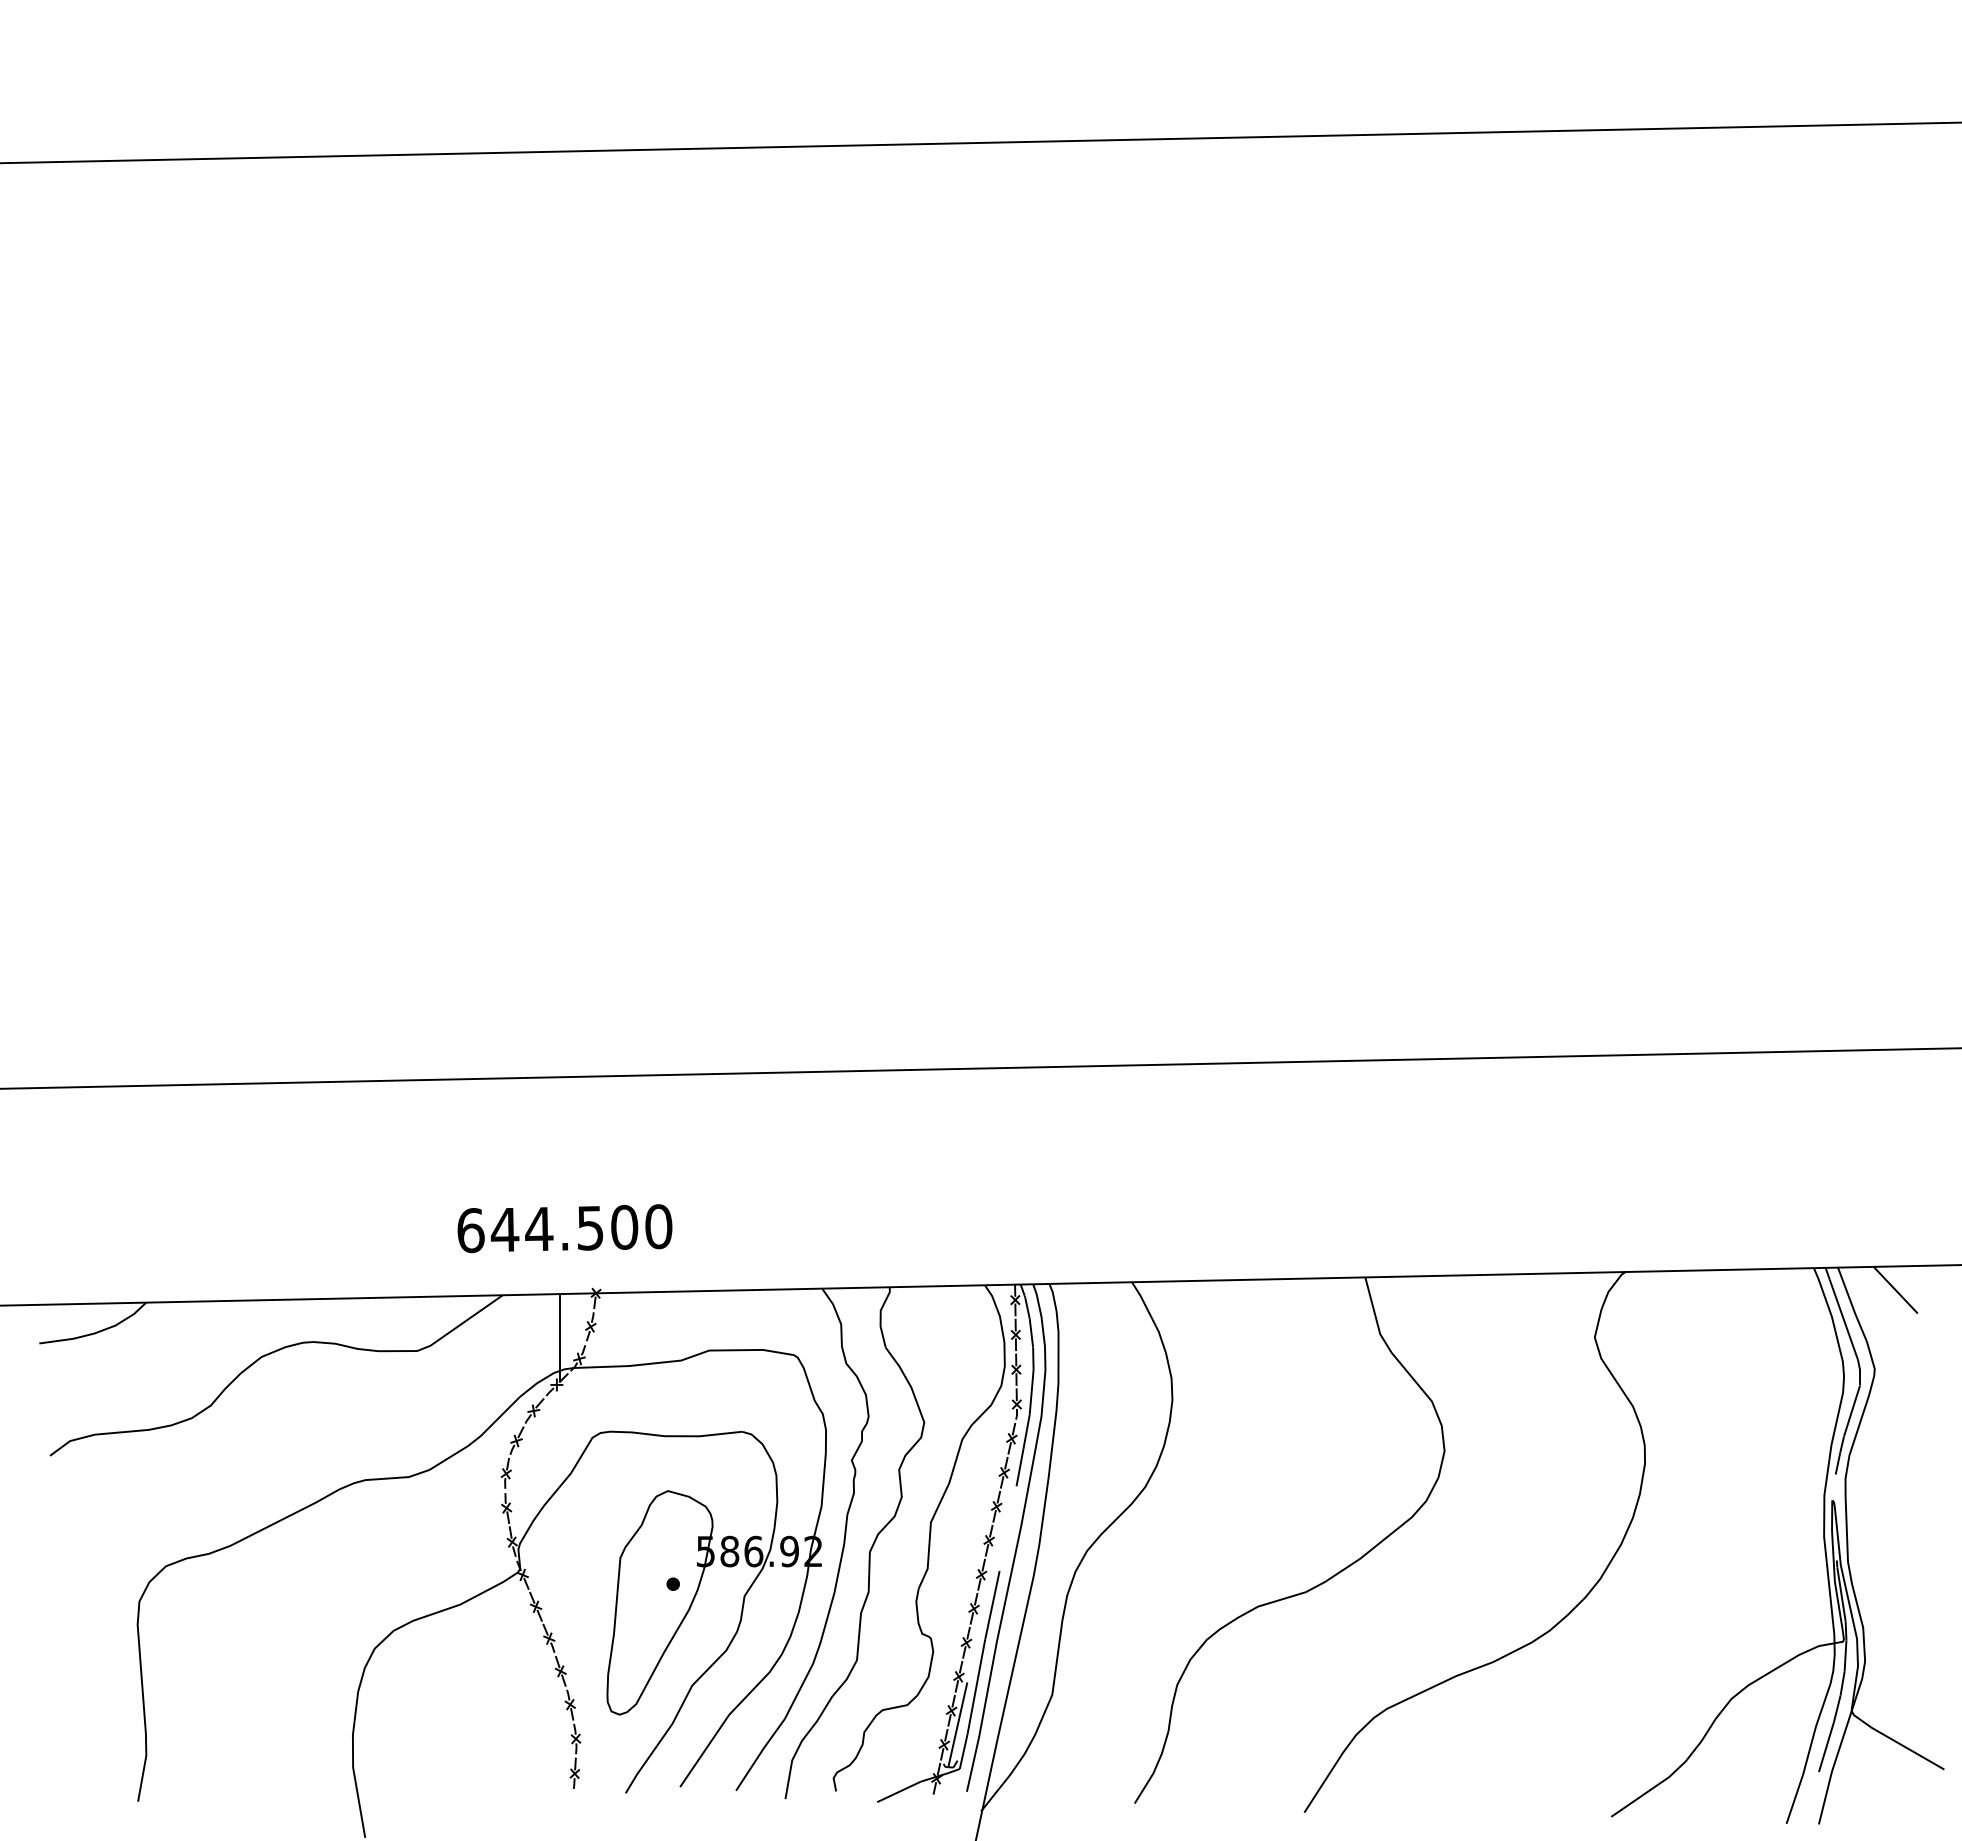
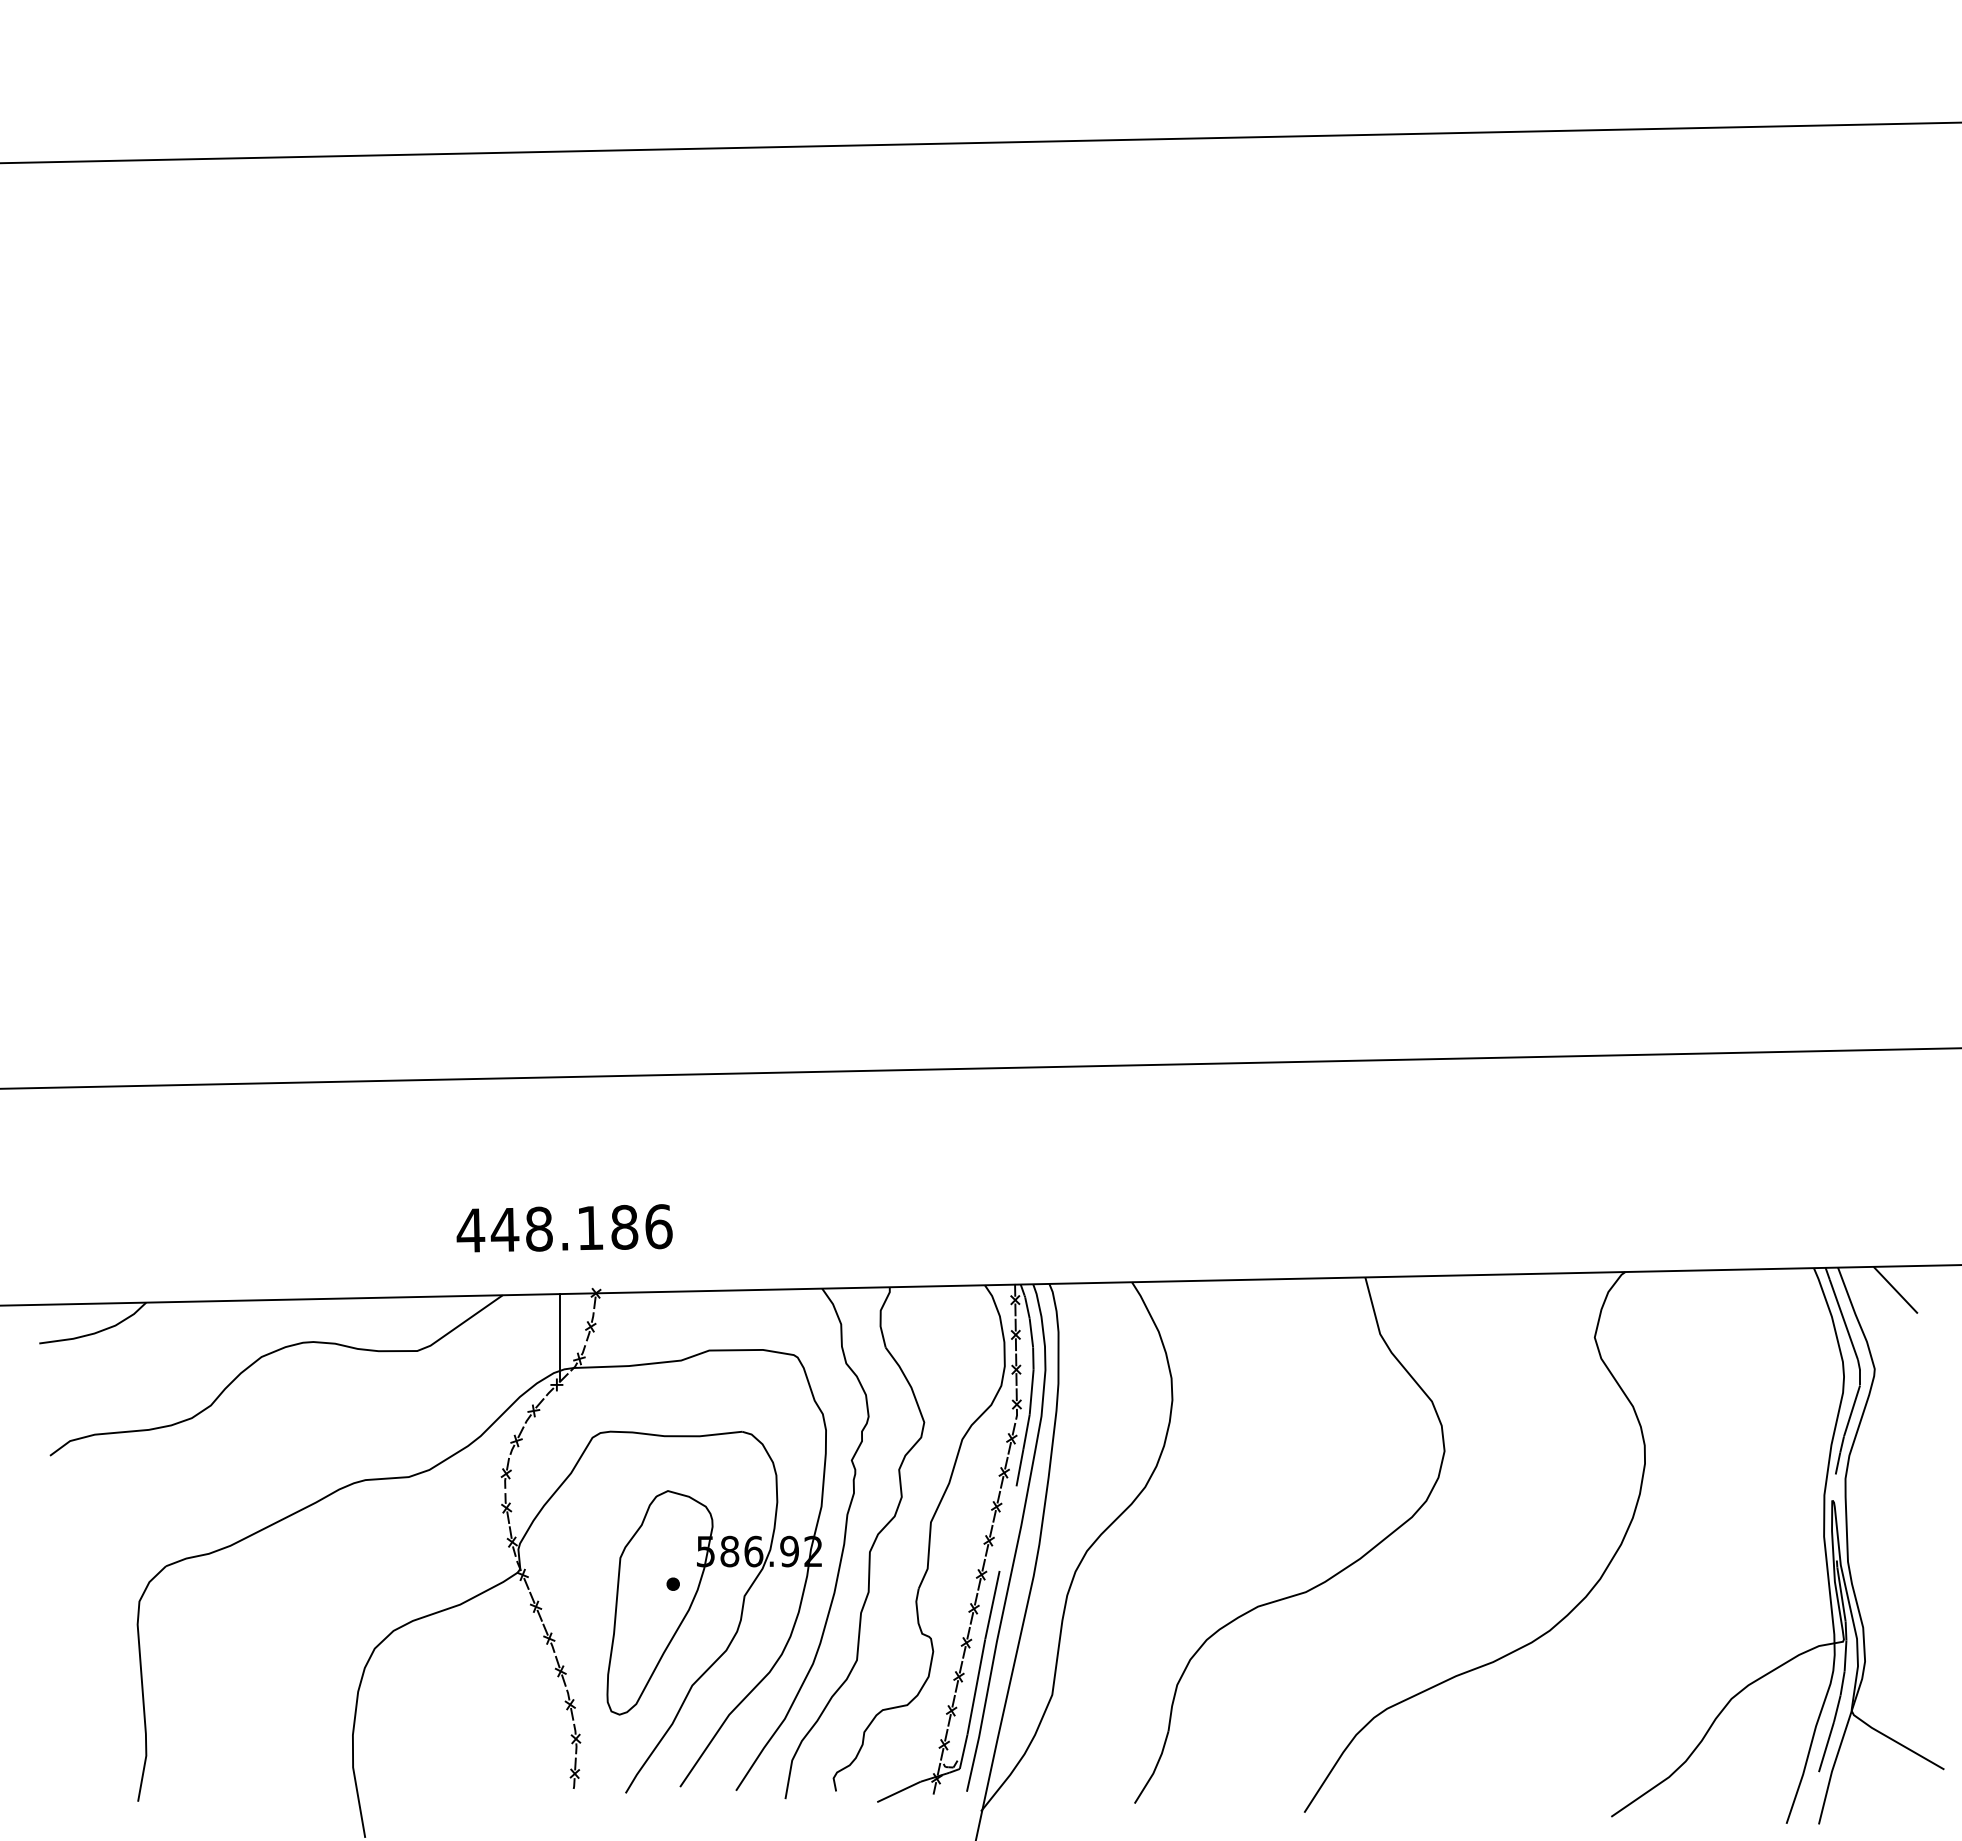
text at (564, 1228): 644.500 -> 448.186
line at (957, 1724): present -> none
